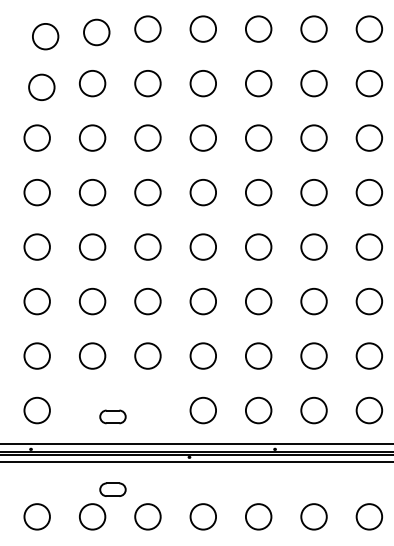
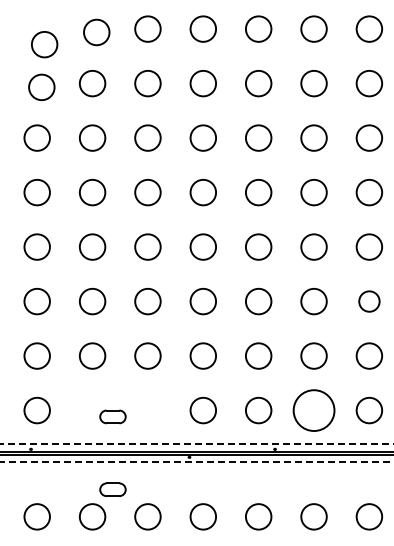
circle at (45, 36) position: (45, 36) -> (44, 44)
circle at (369, 301) size: 29x29 px -> 23x23 px
circle at (313, 410) size: 28x29 px -> 44x43 px
line at (197, 444): solid -> dashed
line at (196, 462): solid -> dashed
